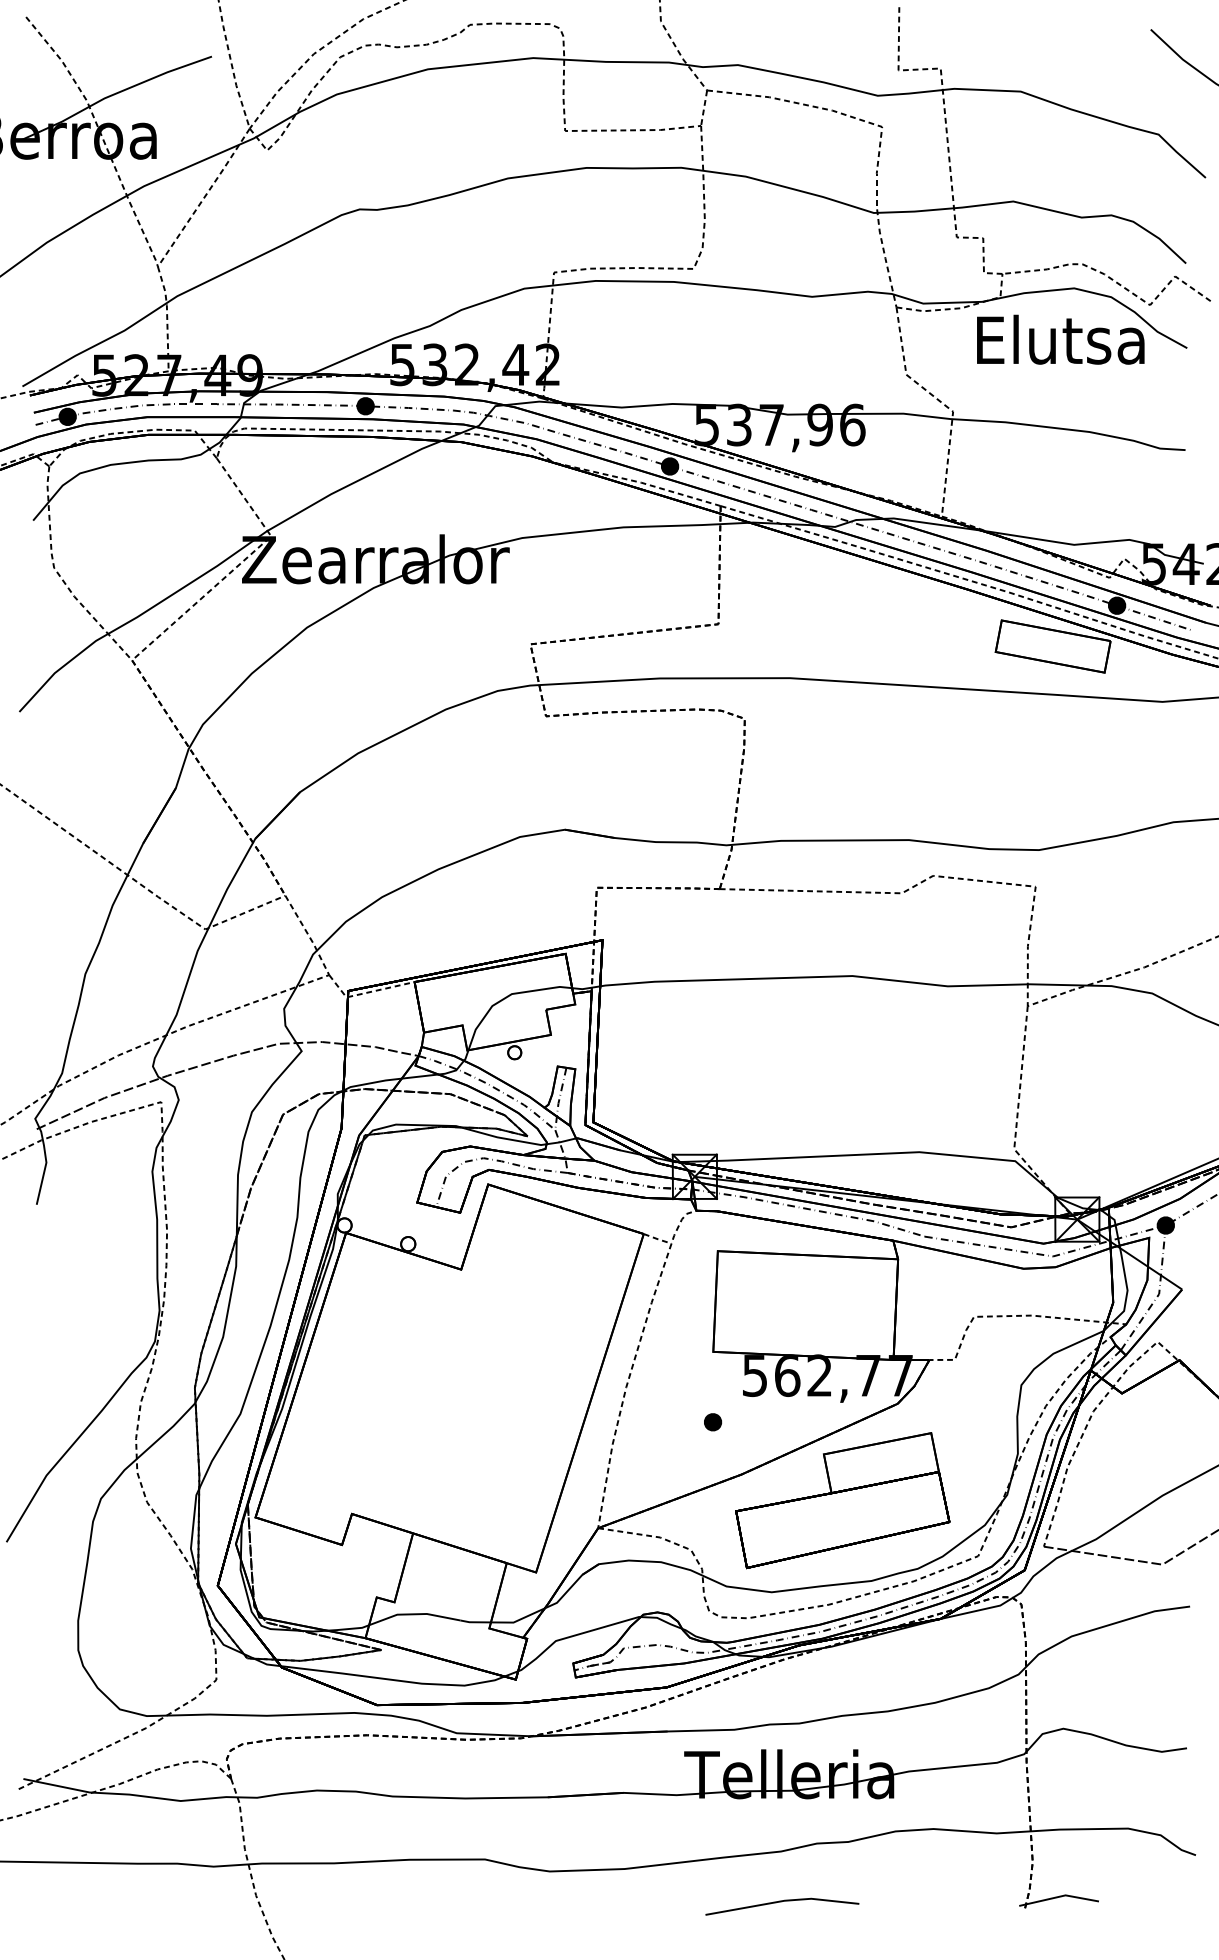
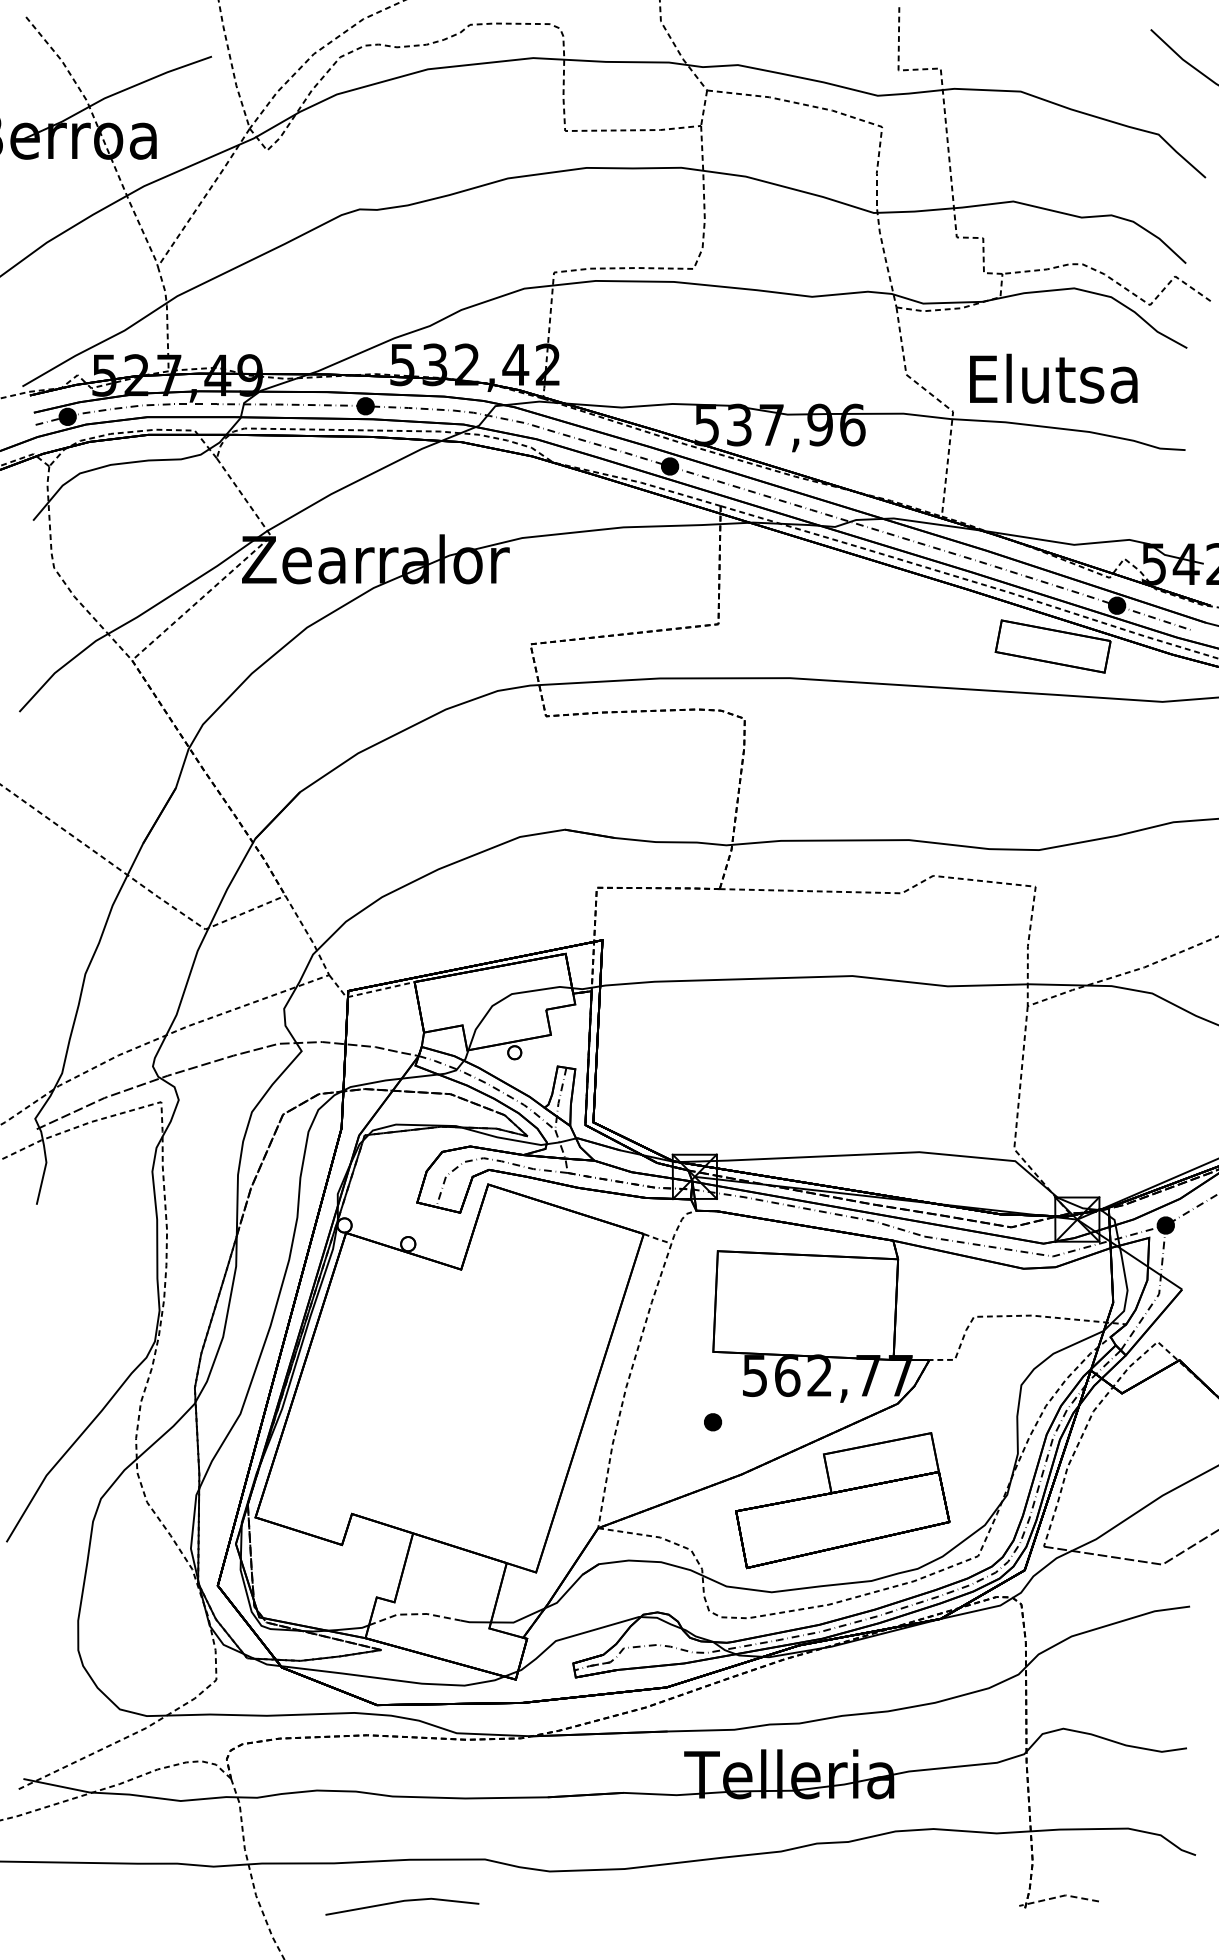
text at (1060, 339) position: (1060, 339) -> (1053, 378)
line at (414, 1614): solid -> dashed
line at (1058, 1896): solid -> dashed
line at (781, 1902) position: (781, 1902) -> (401, 1902)
